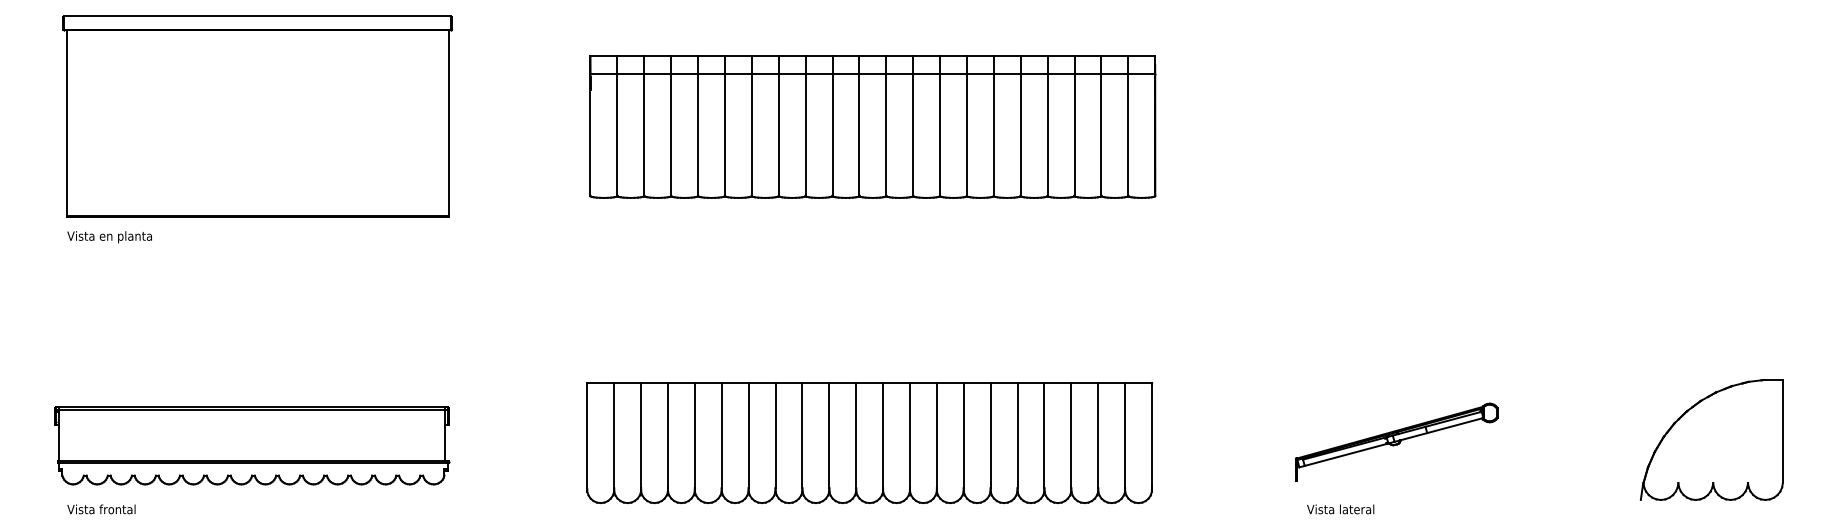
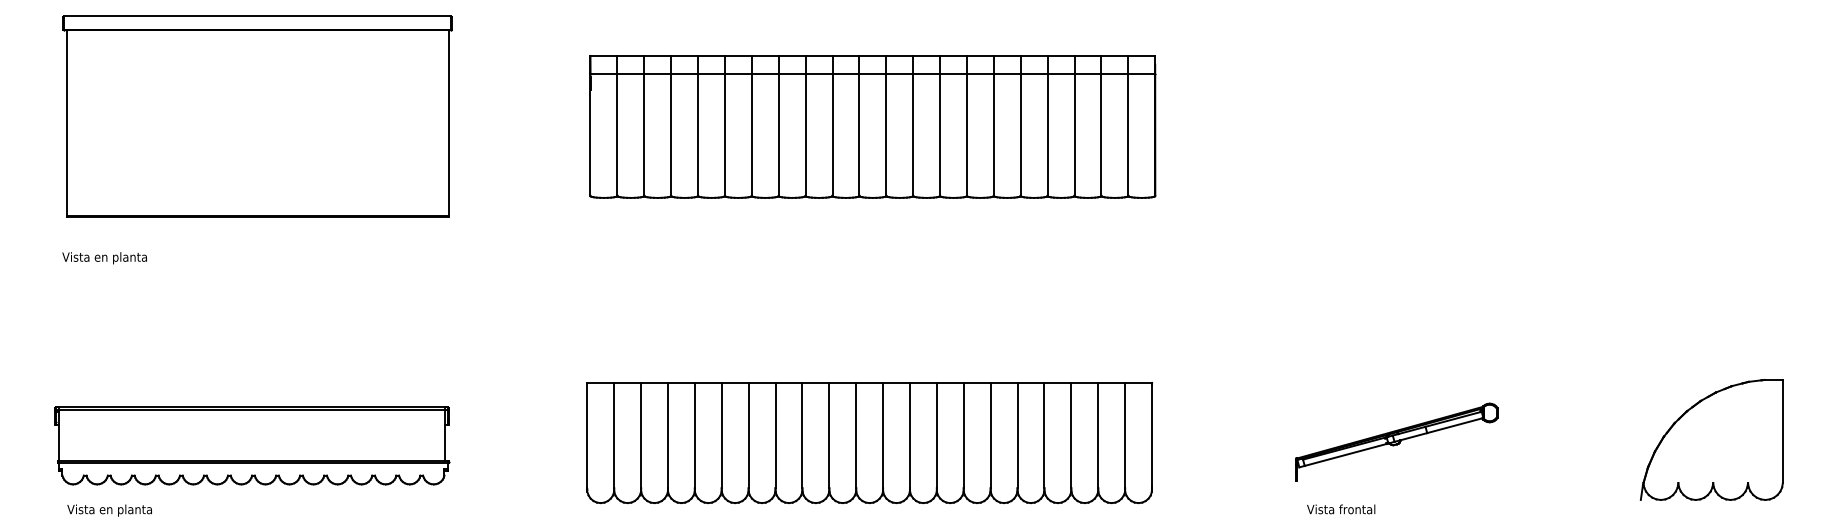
text at (109, 237) position: (109, 237) -> (104, 258)
text at (1357, 509): Vista lateral -> Vista frontal
text at (125, 510): Vista frontal -> Vista en planta
